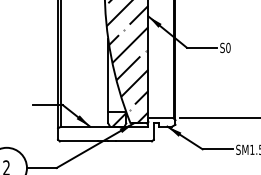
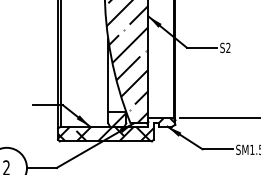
text at (228, 47): S0 -> S2
hatch at (116, 129): none -> present
